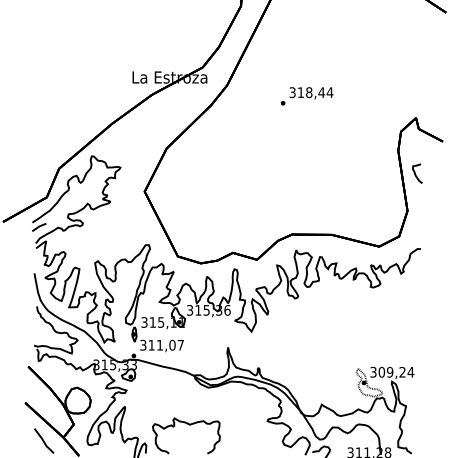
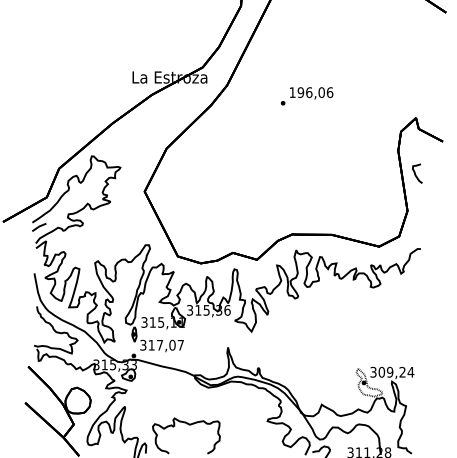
text at (311, 92): 318,44 -> 196,06
text at (159, 345): 311,07 -> 317,07
line at (44, 440): present -> none
